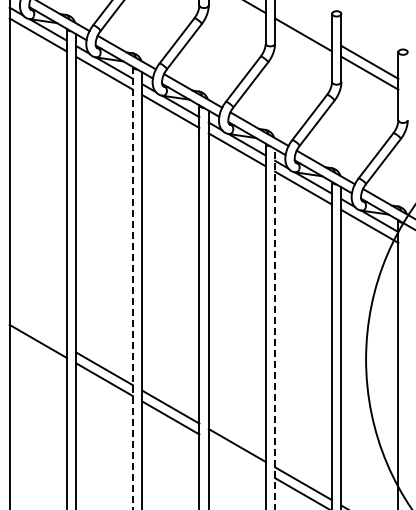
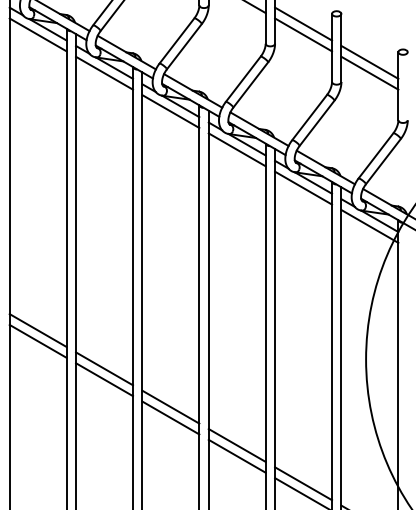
line at (303, 23): none -> present
line at (133, 288): dashed -> solid
line at (275, 328): dashed -> solid
line at (37, 330): none -> present
line at (236, 455): none -> present
